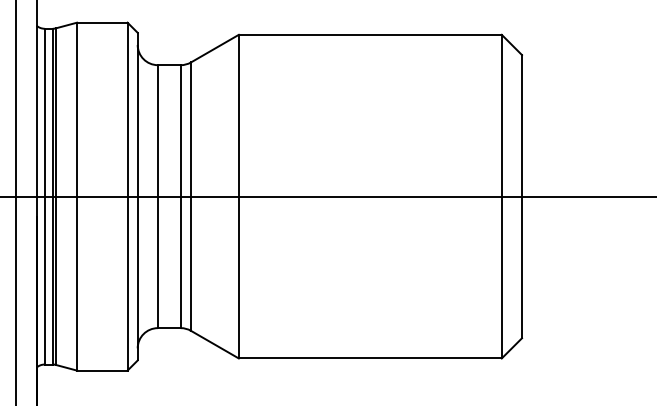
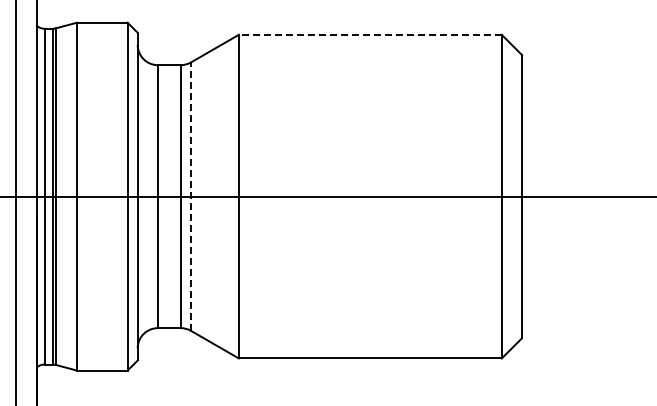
line at (369, 34): solid -> dashed
line at (190, 196): solid -> dashed
